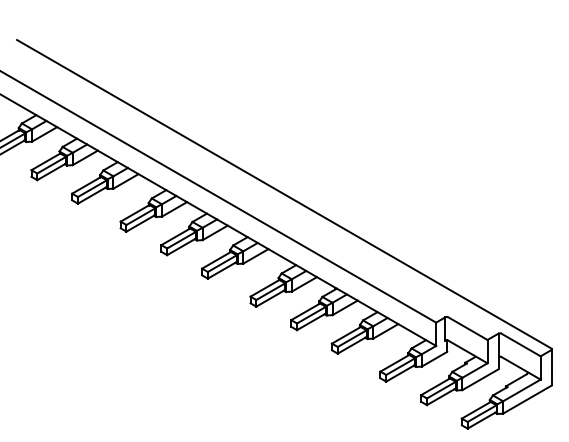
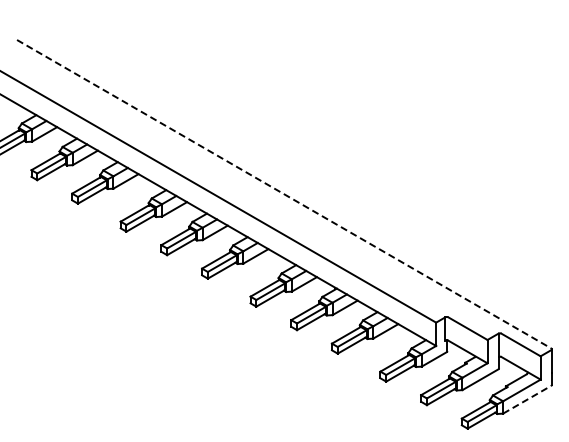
line at (284, 194): solid -> dashed
line at (527, 399): solid -> dashed
